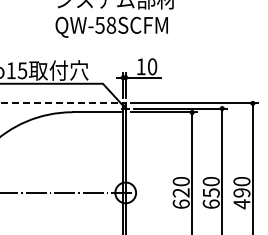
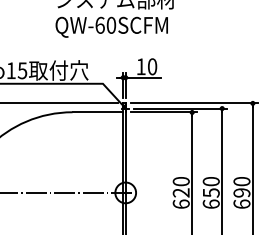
text at (105, 24): QW-58SCFM -> QW-60SCFM
line at (59, 103): dashed -> solid
text at (241, 204): 490 -> 690
